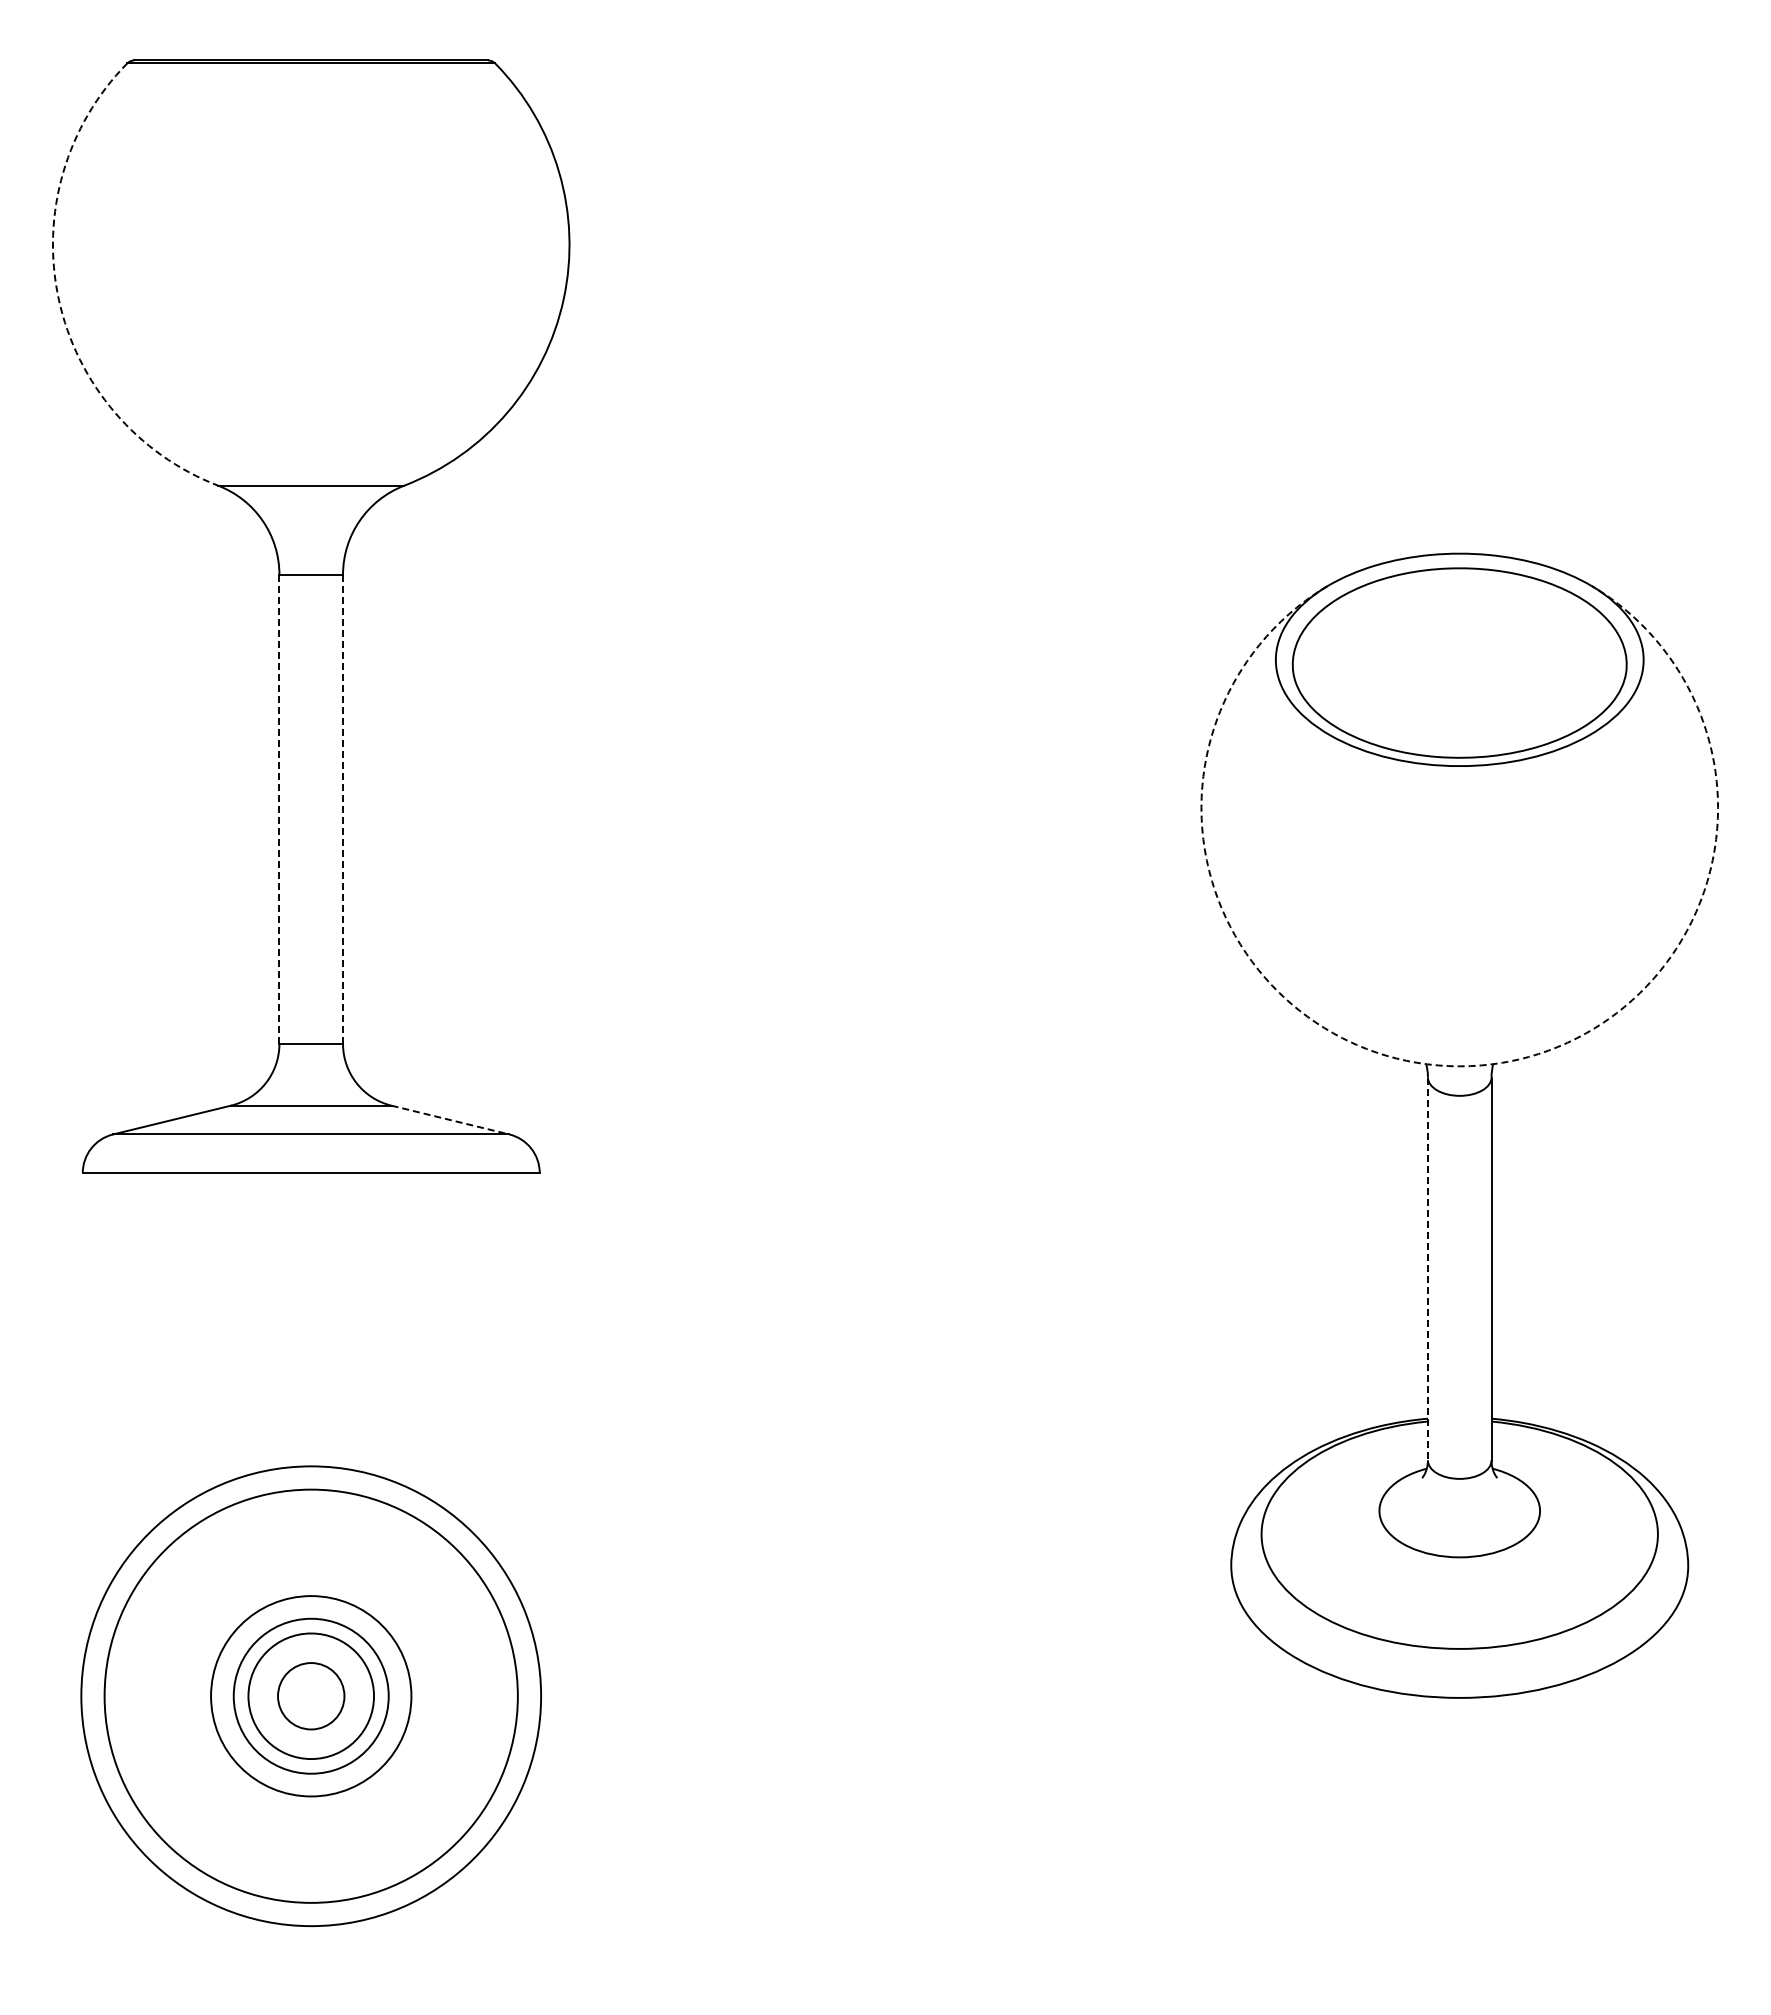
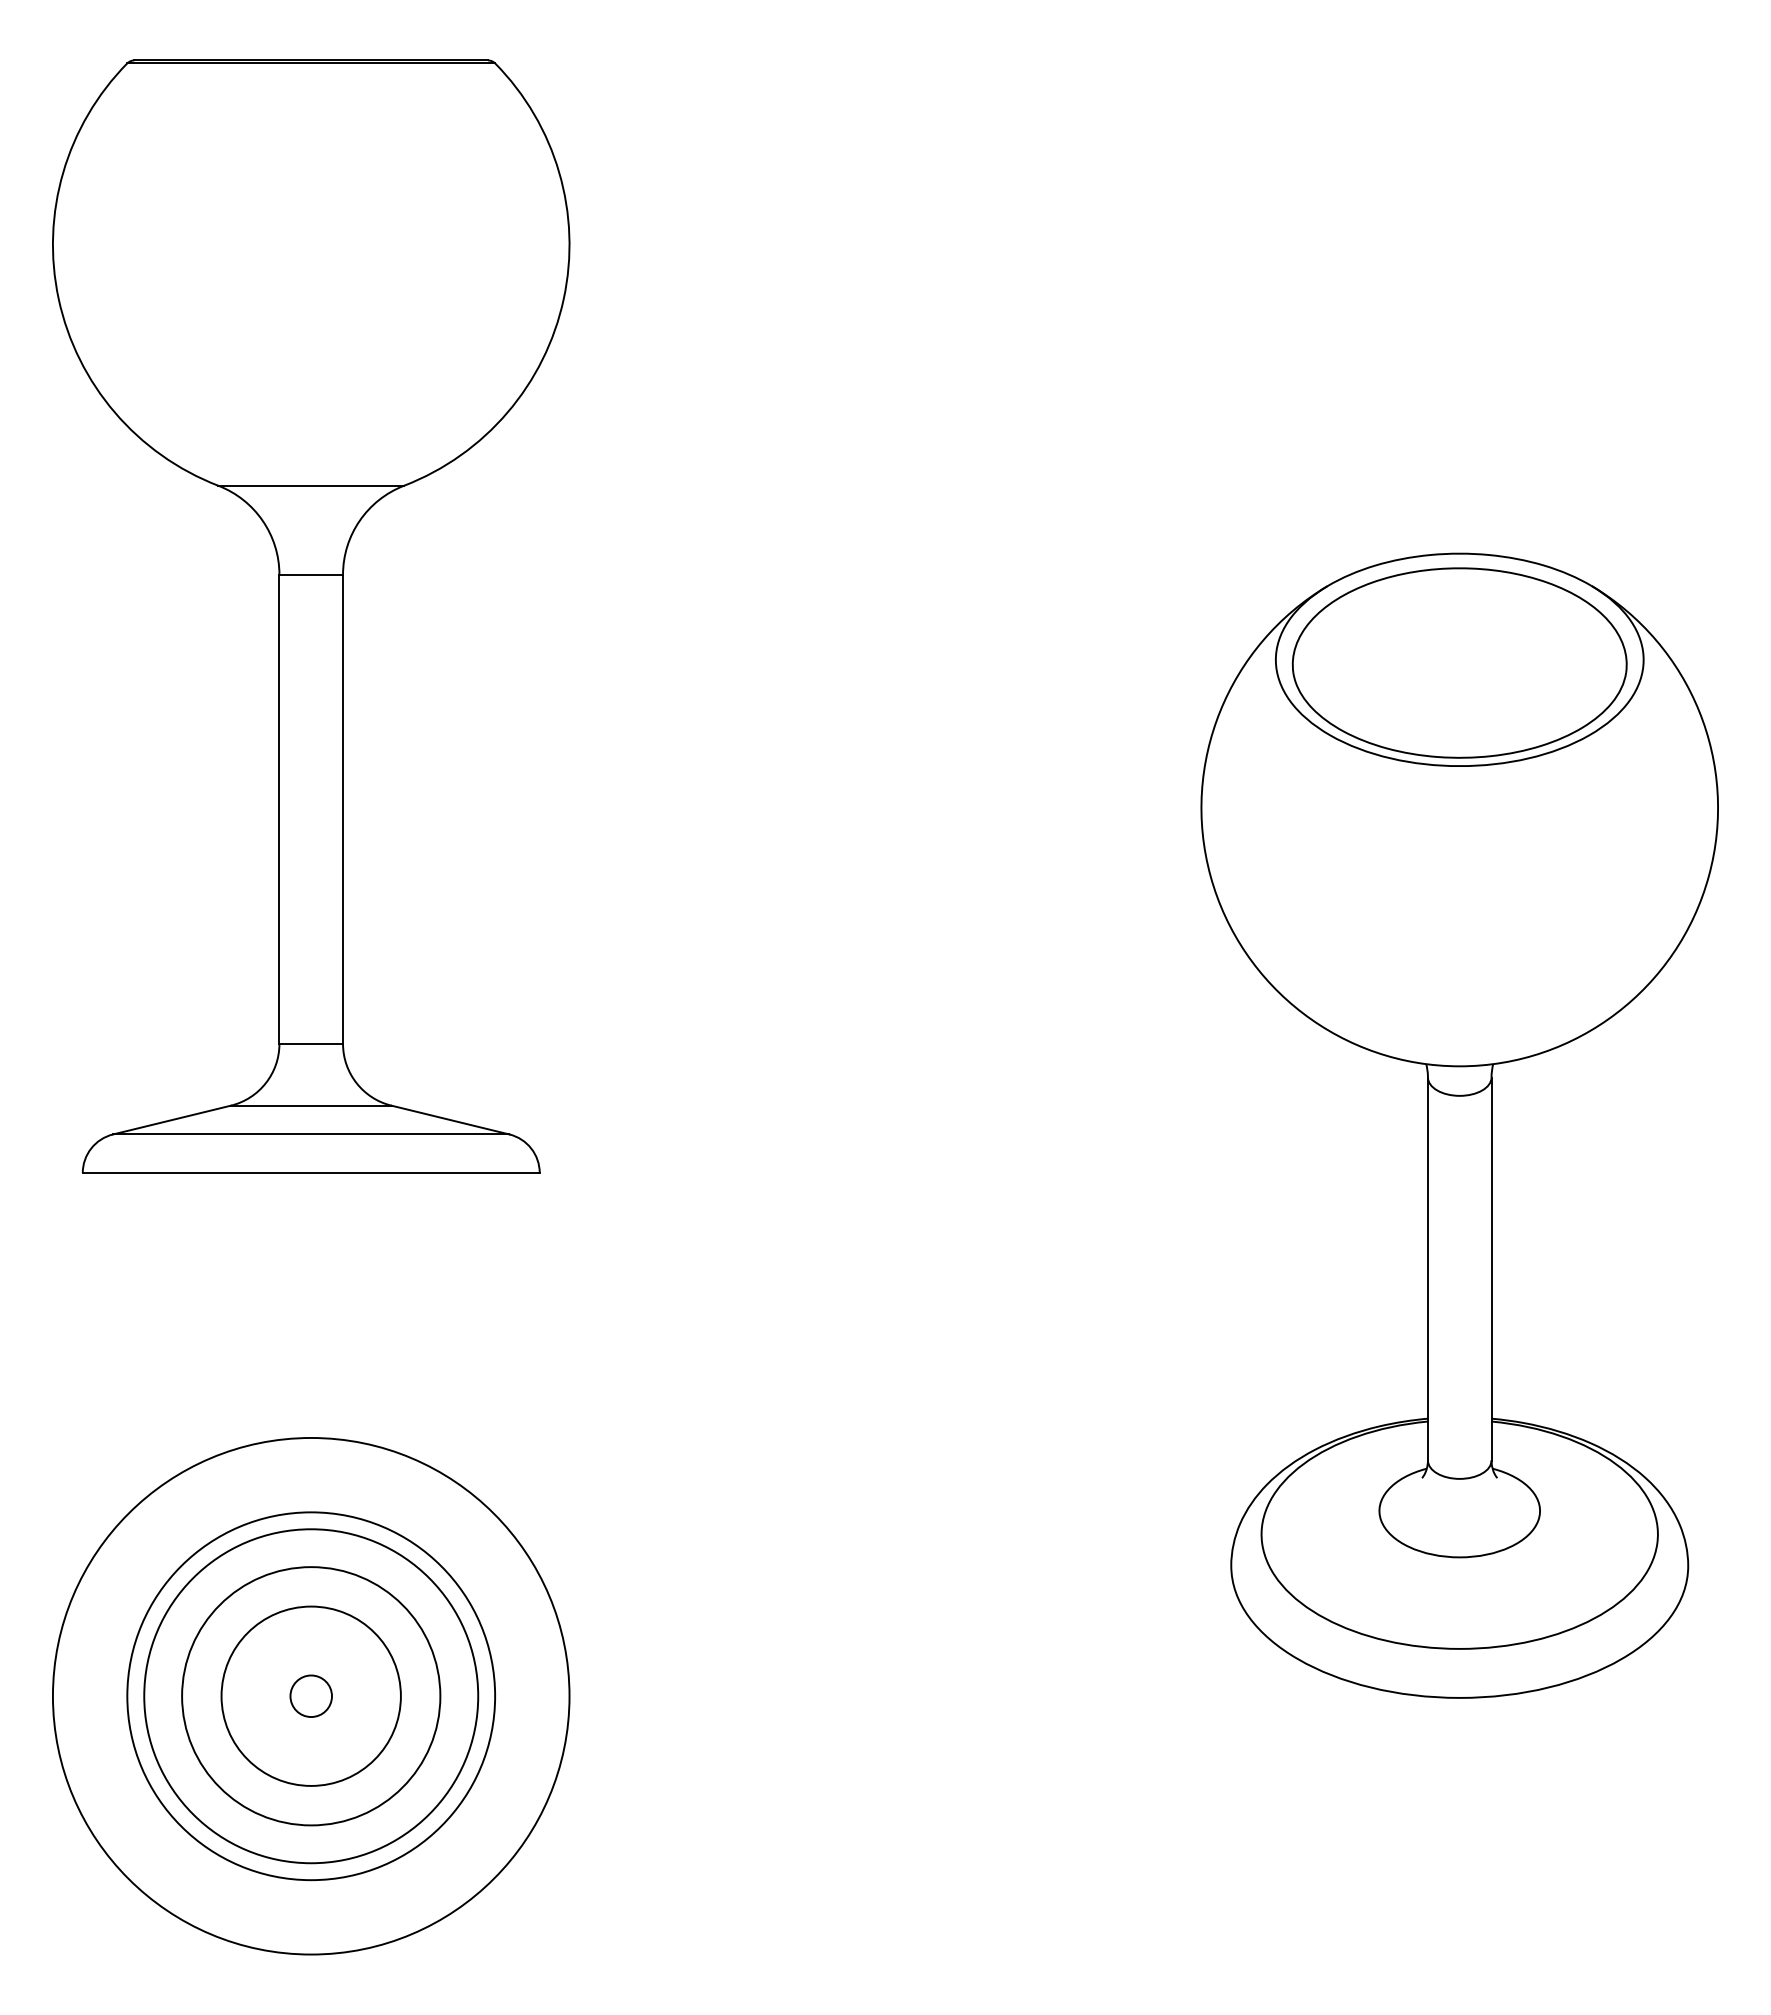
arc at (58, 299): dashed -> solid
line at (279, 809): dashed -> solid
line at (343, 809): dashed -> solid
arc at (1459, 1066): dashed -> solid
line at (450, 1120): dashed -> solid
line at (1427, 1269): dashed -> solid
circle at (310, 1695) diameter: 155 px -> 258 px
circle at (310, 1695) diameter: 413 px -> 517 px
circle at (311, 1696) diameter: 126 px -> 179 px
circle at (311, 1696) diameter: 200 px -> 334 px
circle at (311, 1696) diameter: 460 px -> 368 px
circle at (311, 1696) diameter: 66 px -> 42 px
